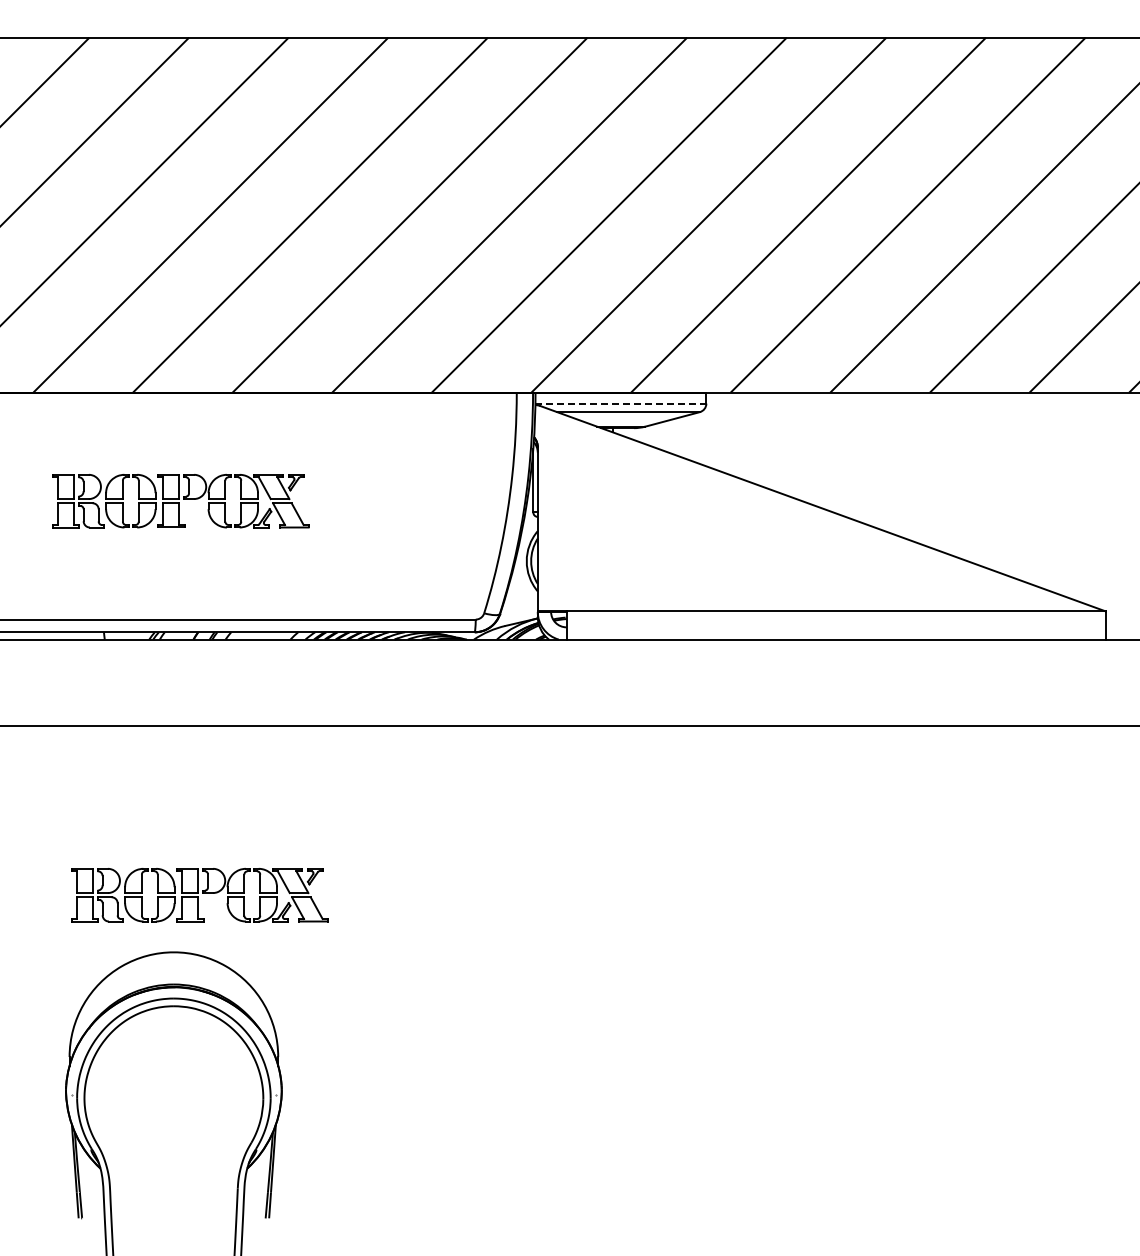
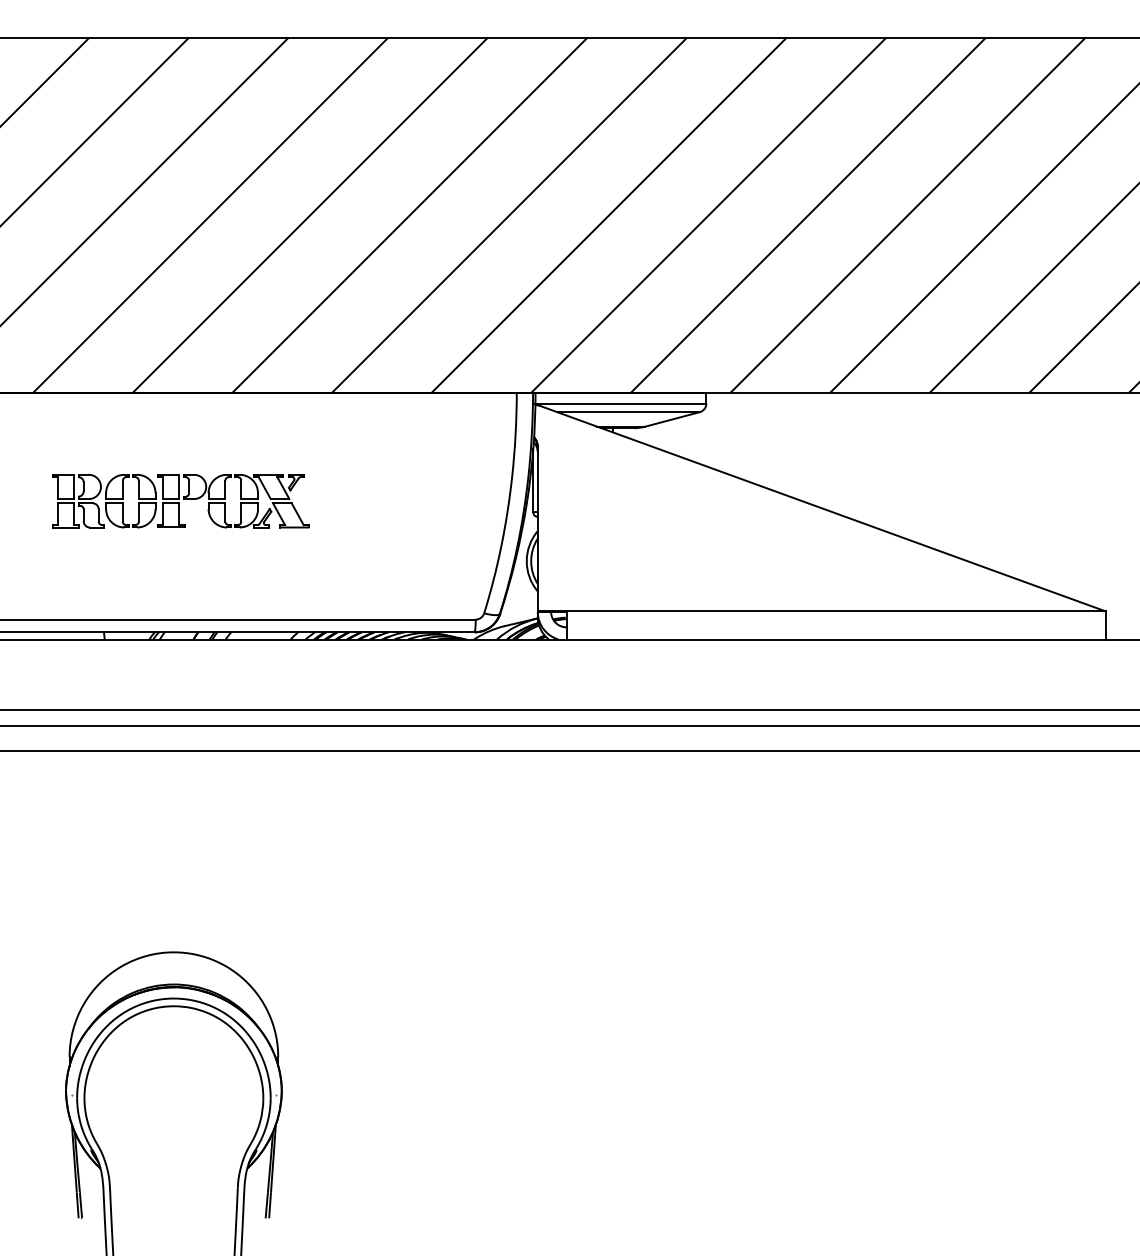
line at (621, 403): dashed -> solid
line at (569, 709): none -> present
line at (569, 750): none -> present
part at (199, 895): present -> none
